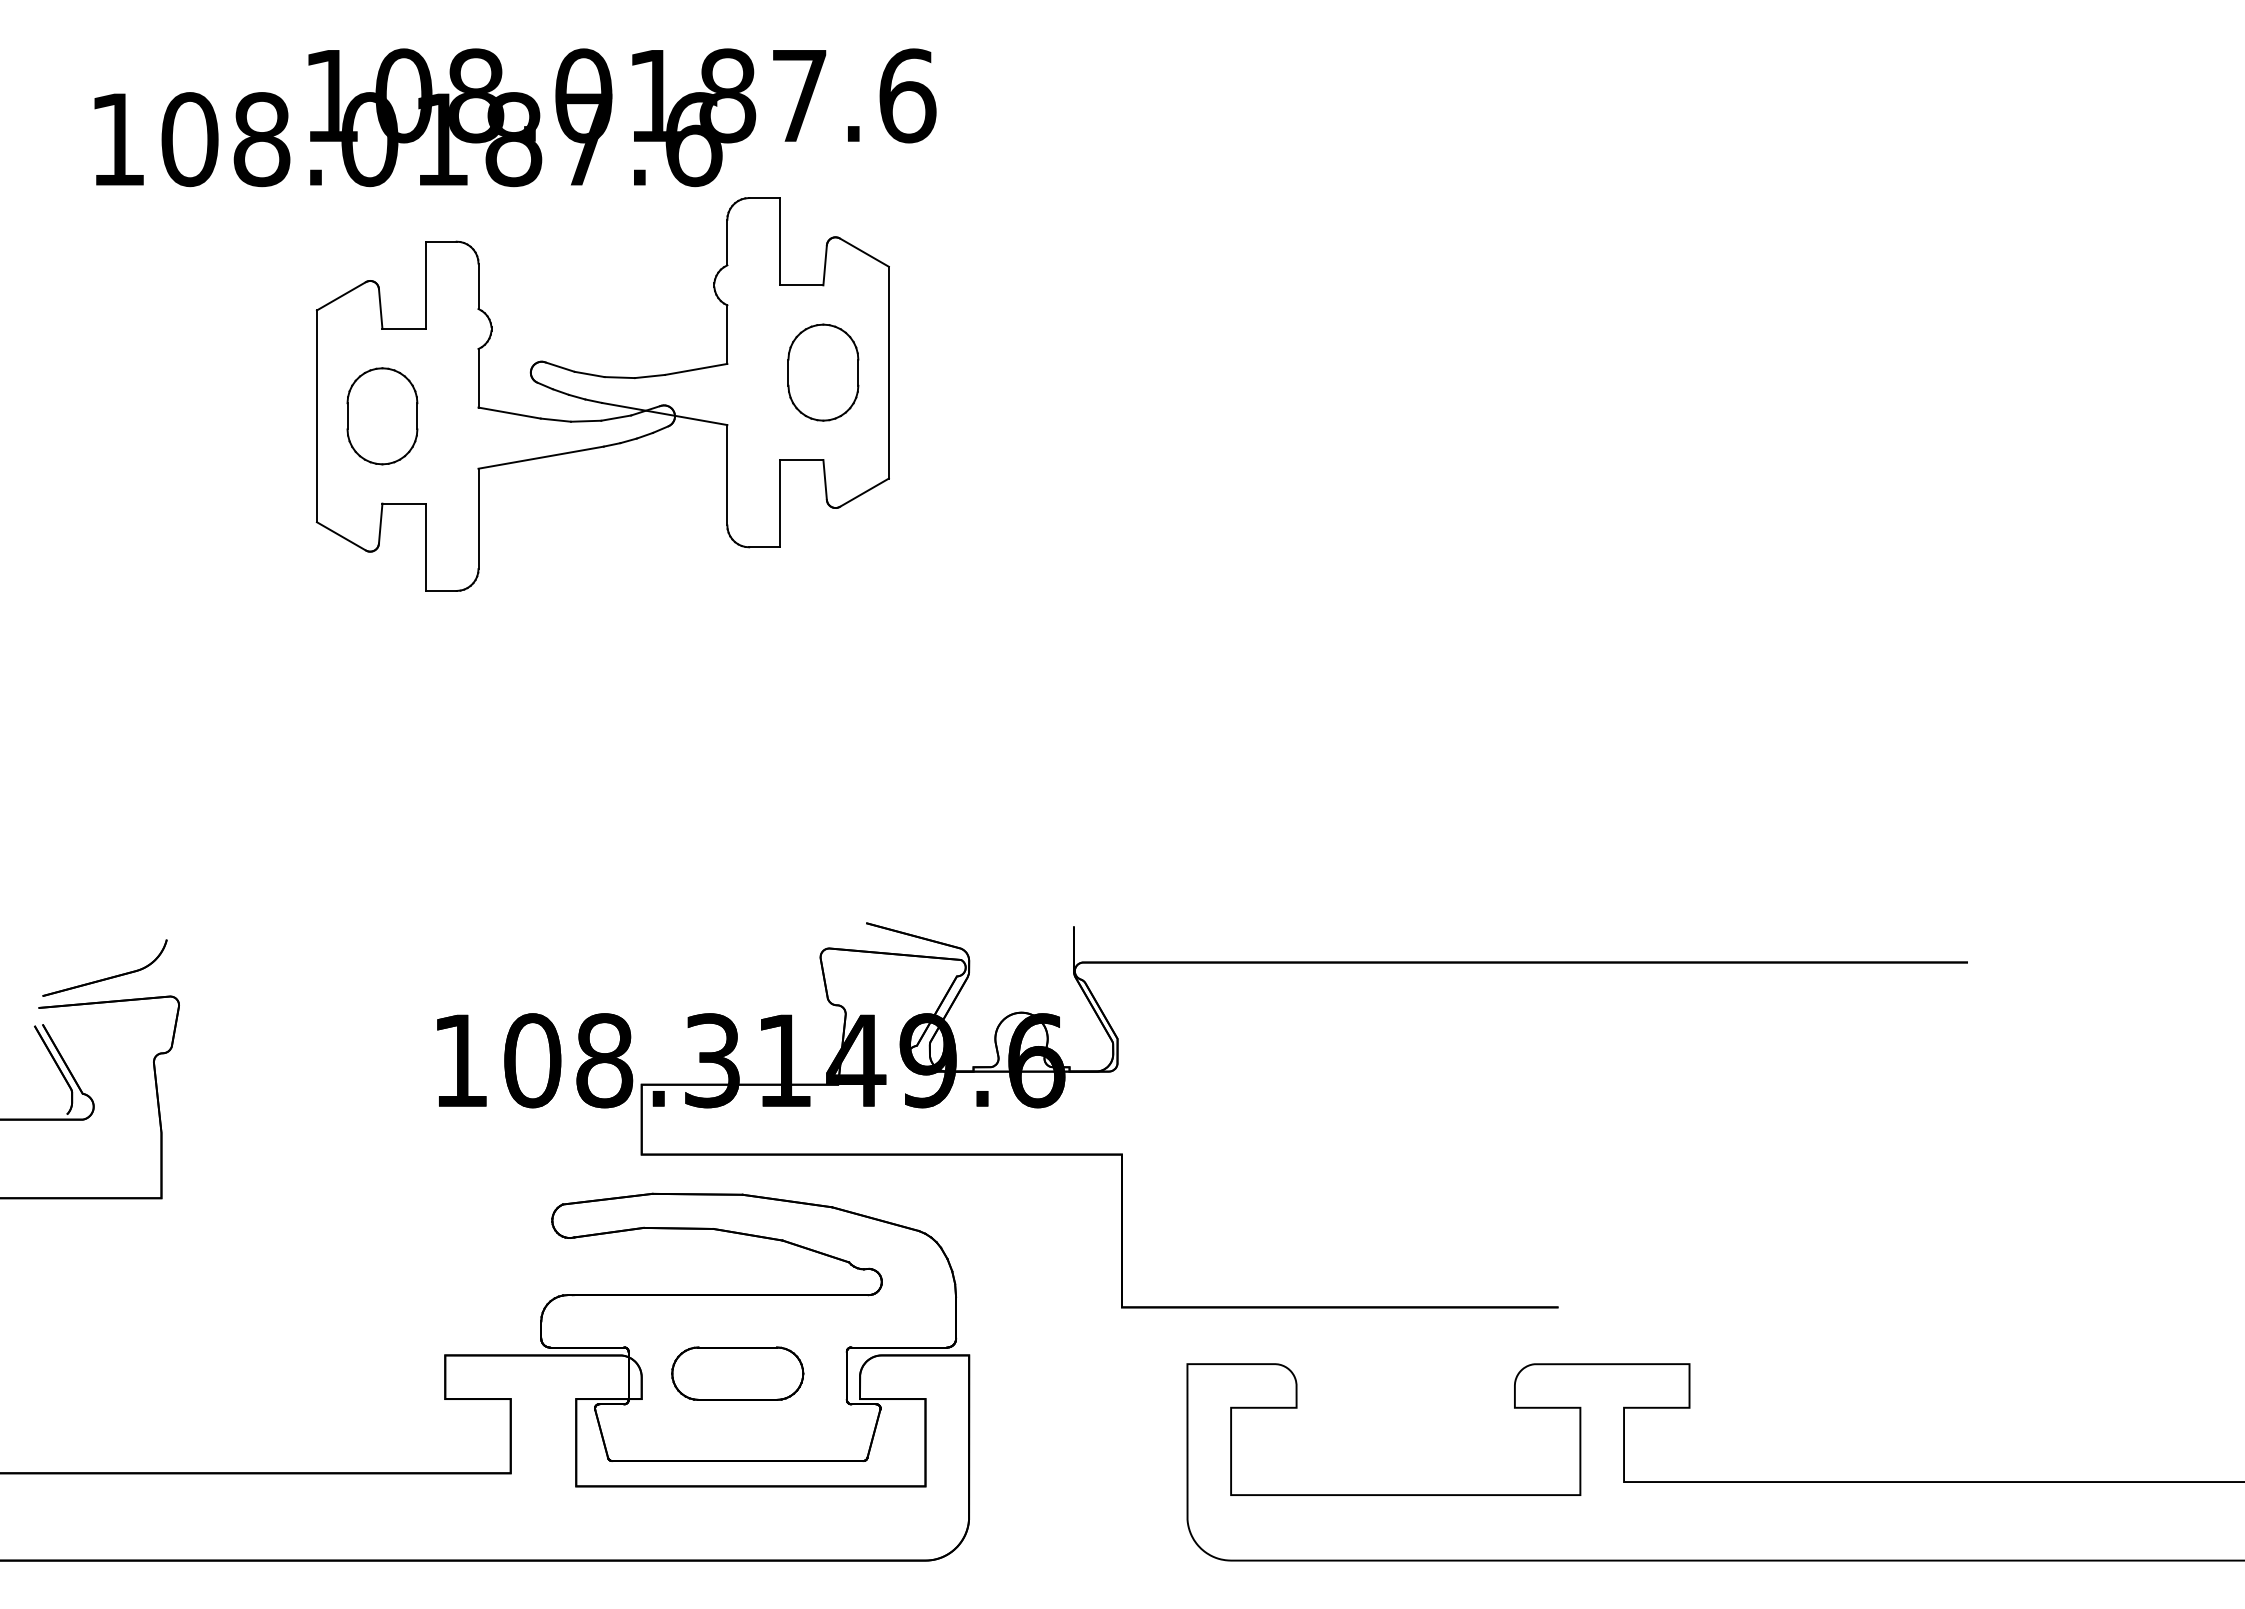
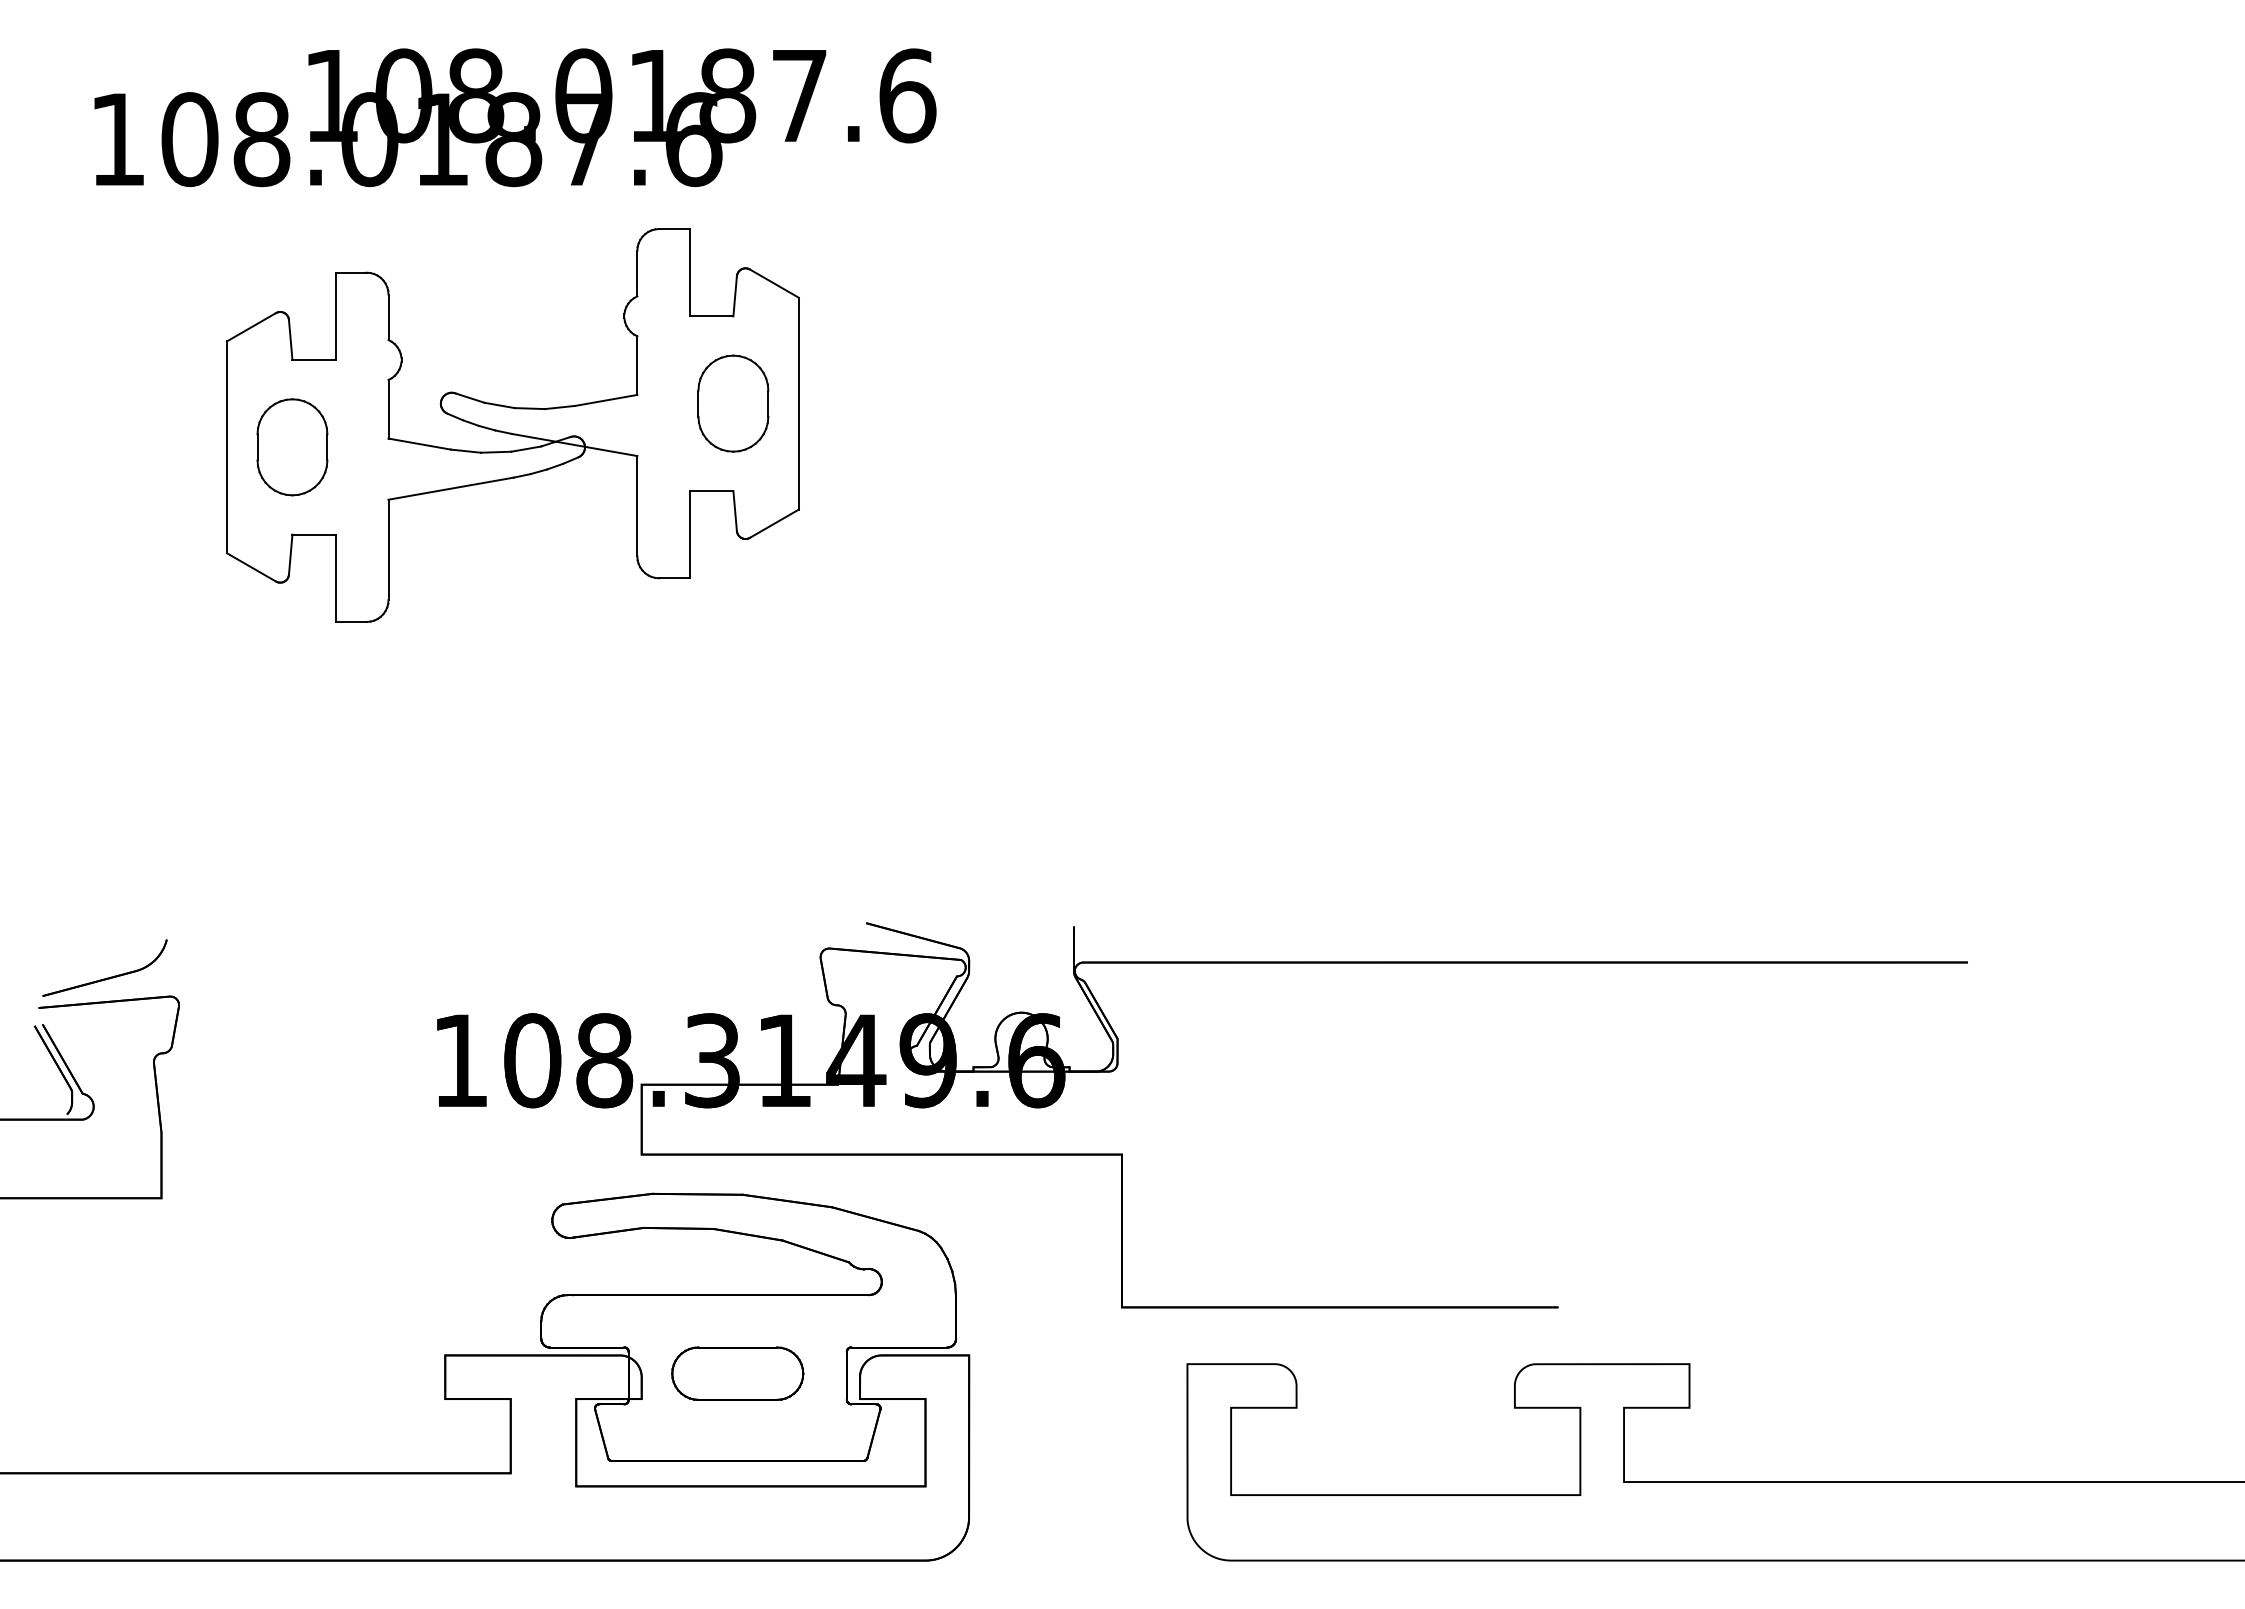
part at (602, 394) position: (602, 394) -> (512, 425)
